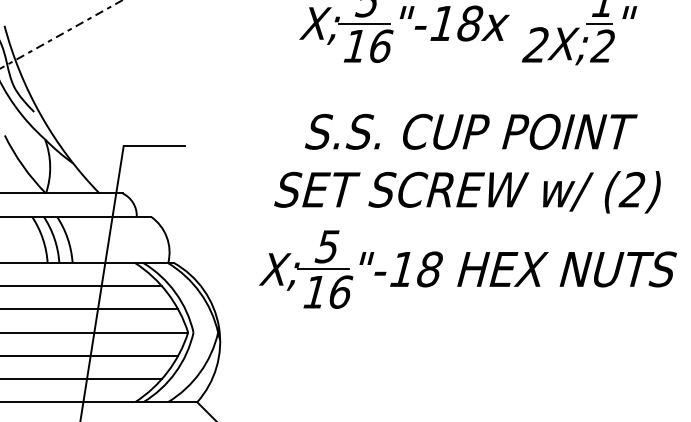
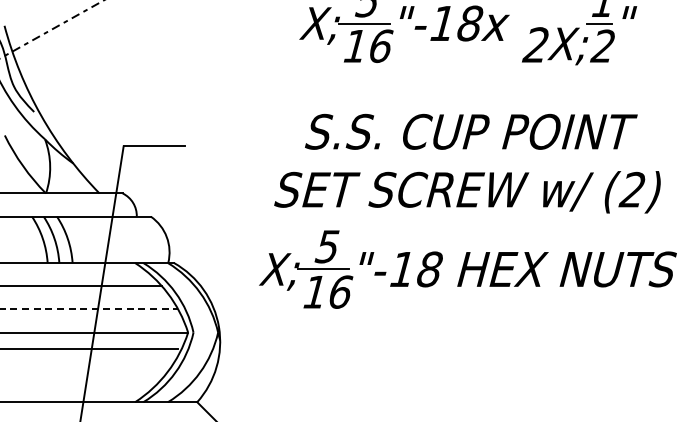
line at (60, 34) position: (60, 34) -> (51, 29)
line at (89, 309): solid -> dashed
line at (90, 355) position: (90, 355) -> (90, 348)
line at (81, 379): present -> none
